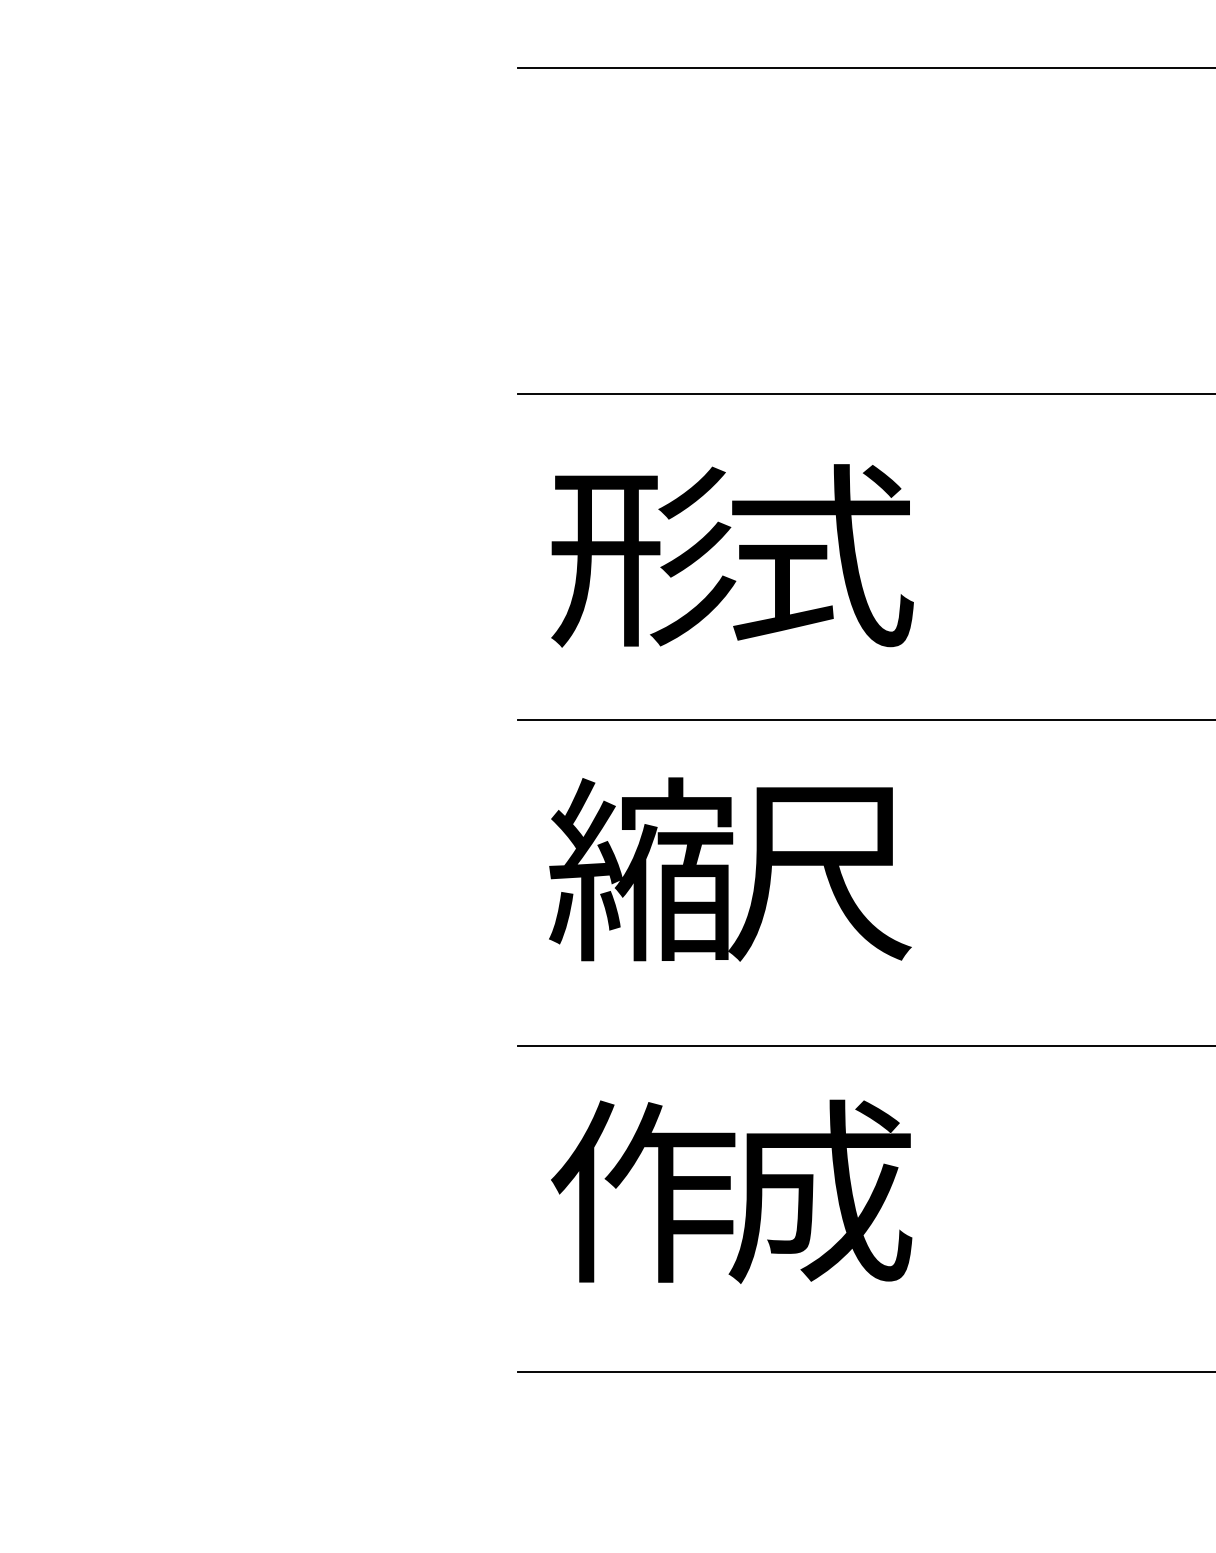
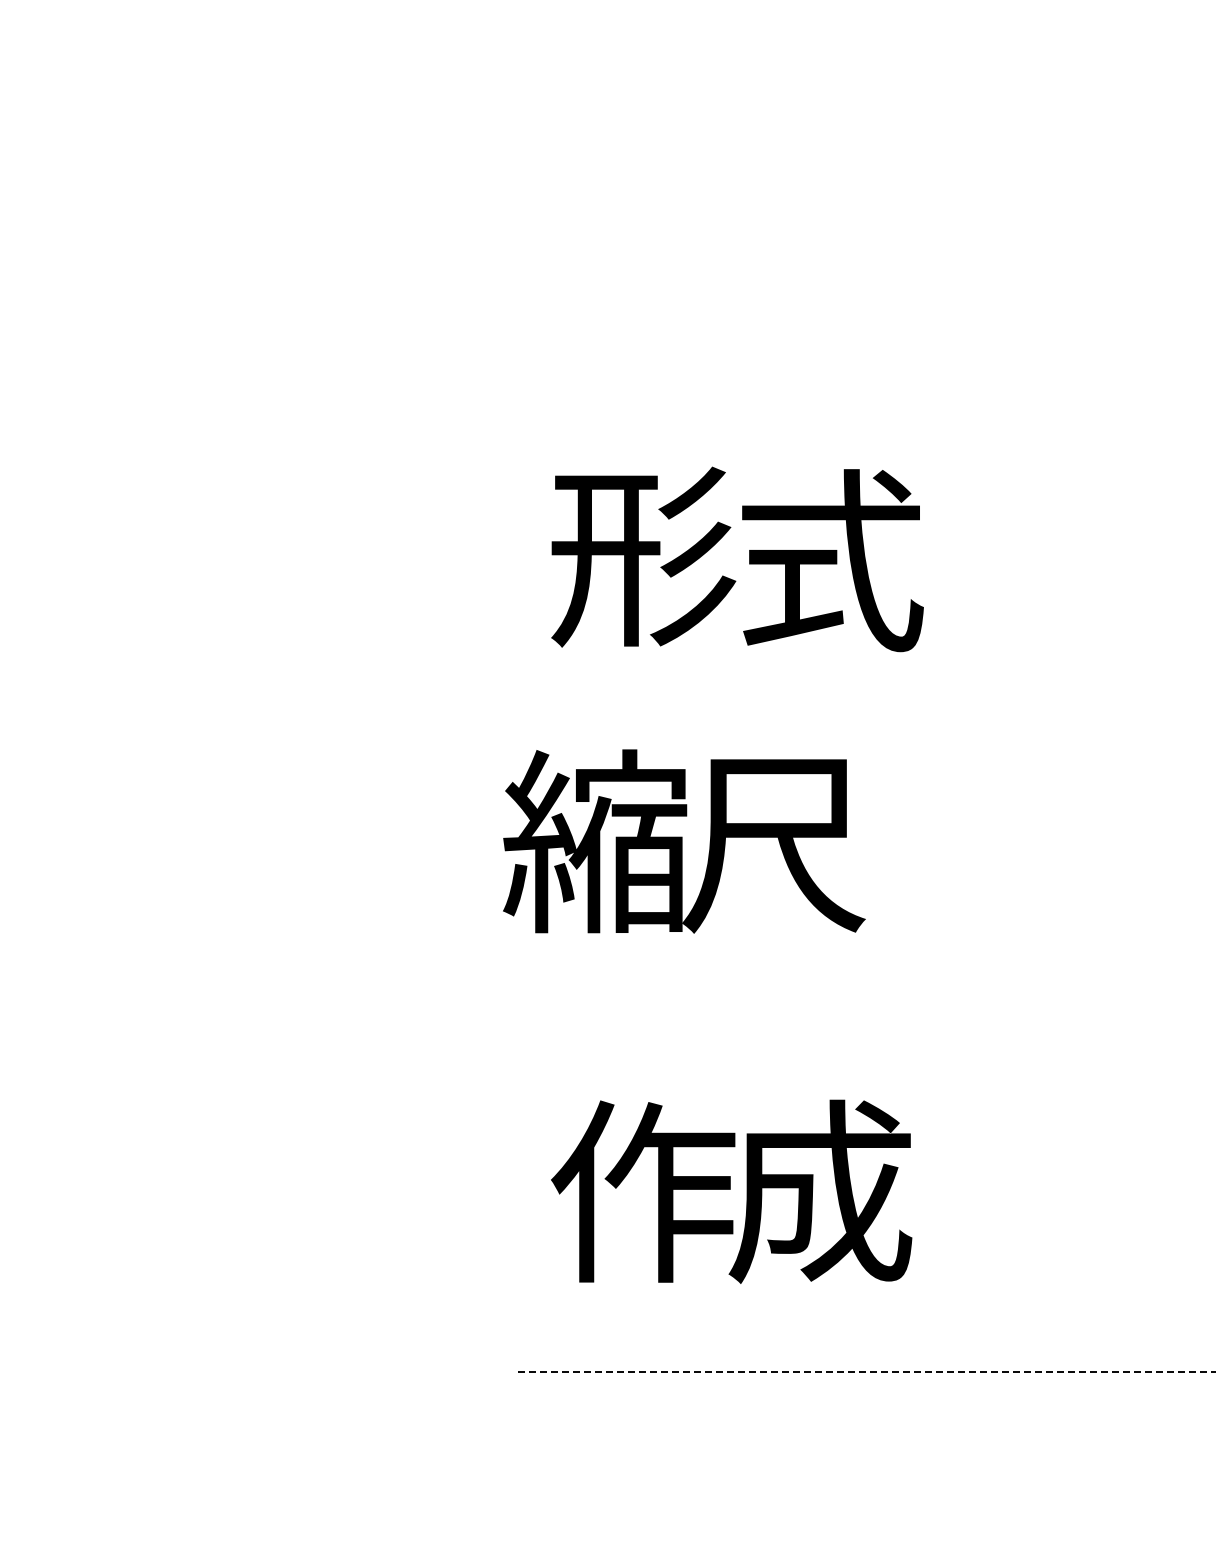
line at (865, 68): present -> none
line at (865, 393): present -> none
text at (822, 555) position: (822, 555) -> (832, 560)
line at (865, 719): present -> none
text at (730, 869) position: (730, 869) -> (684, 841)
line at (865, 1045): present -> none
line at (867, 1371): solid -> dashed
